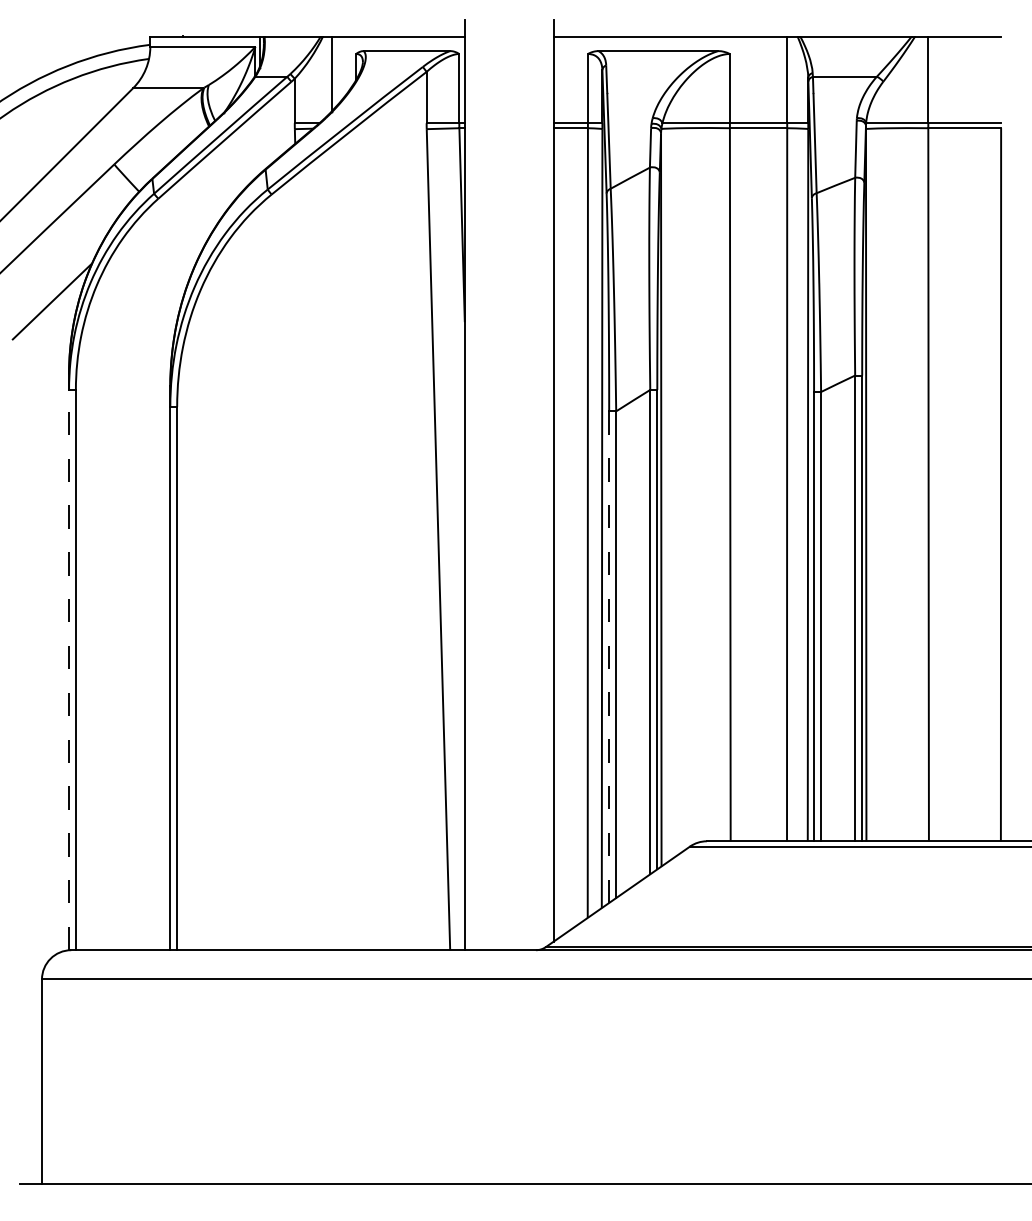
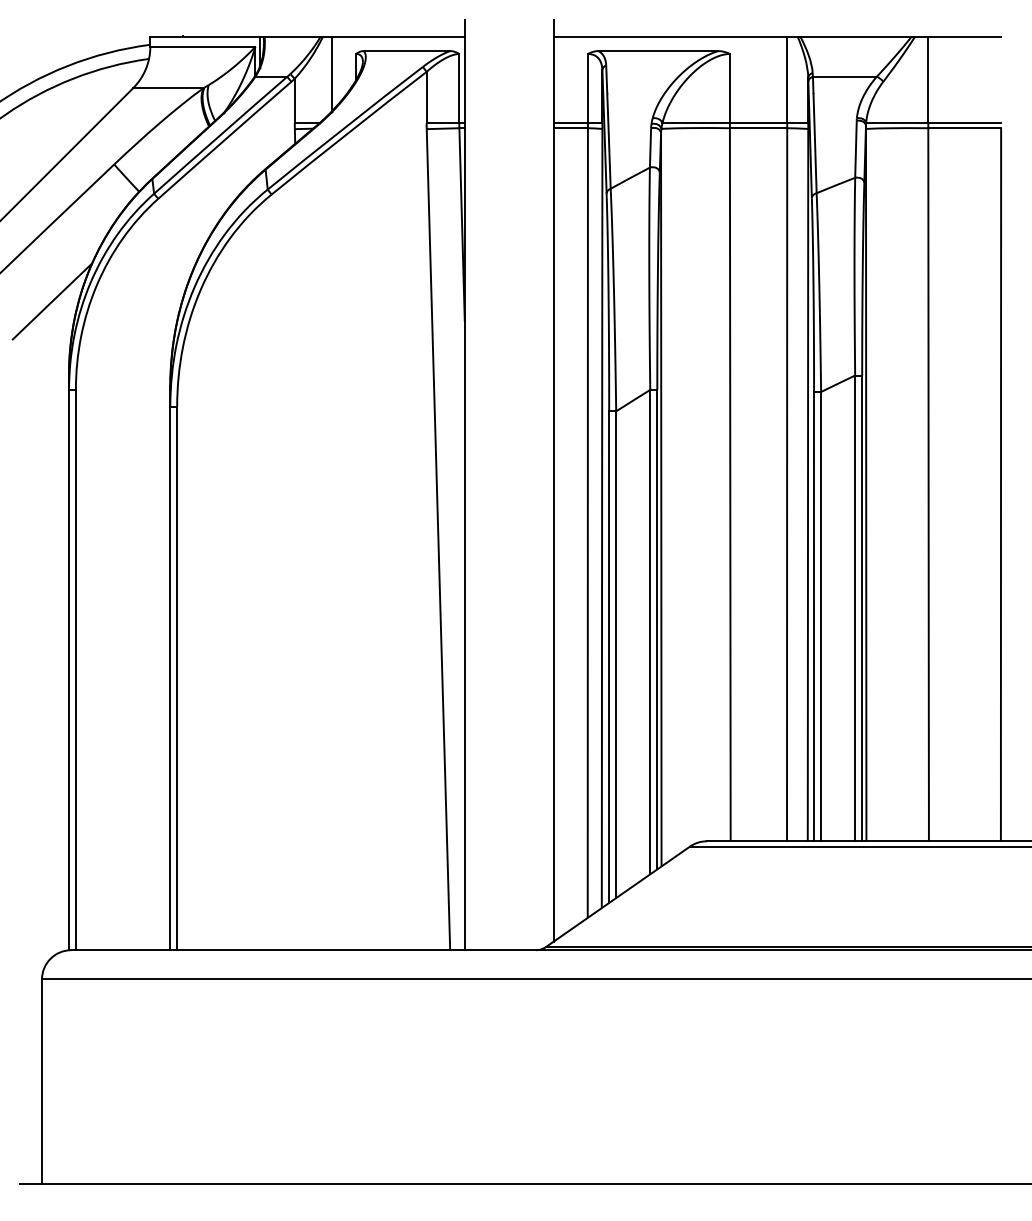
line at (609, 657): dashed -> solid
line at (69, 669): dashed -> solid
